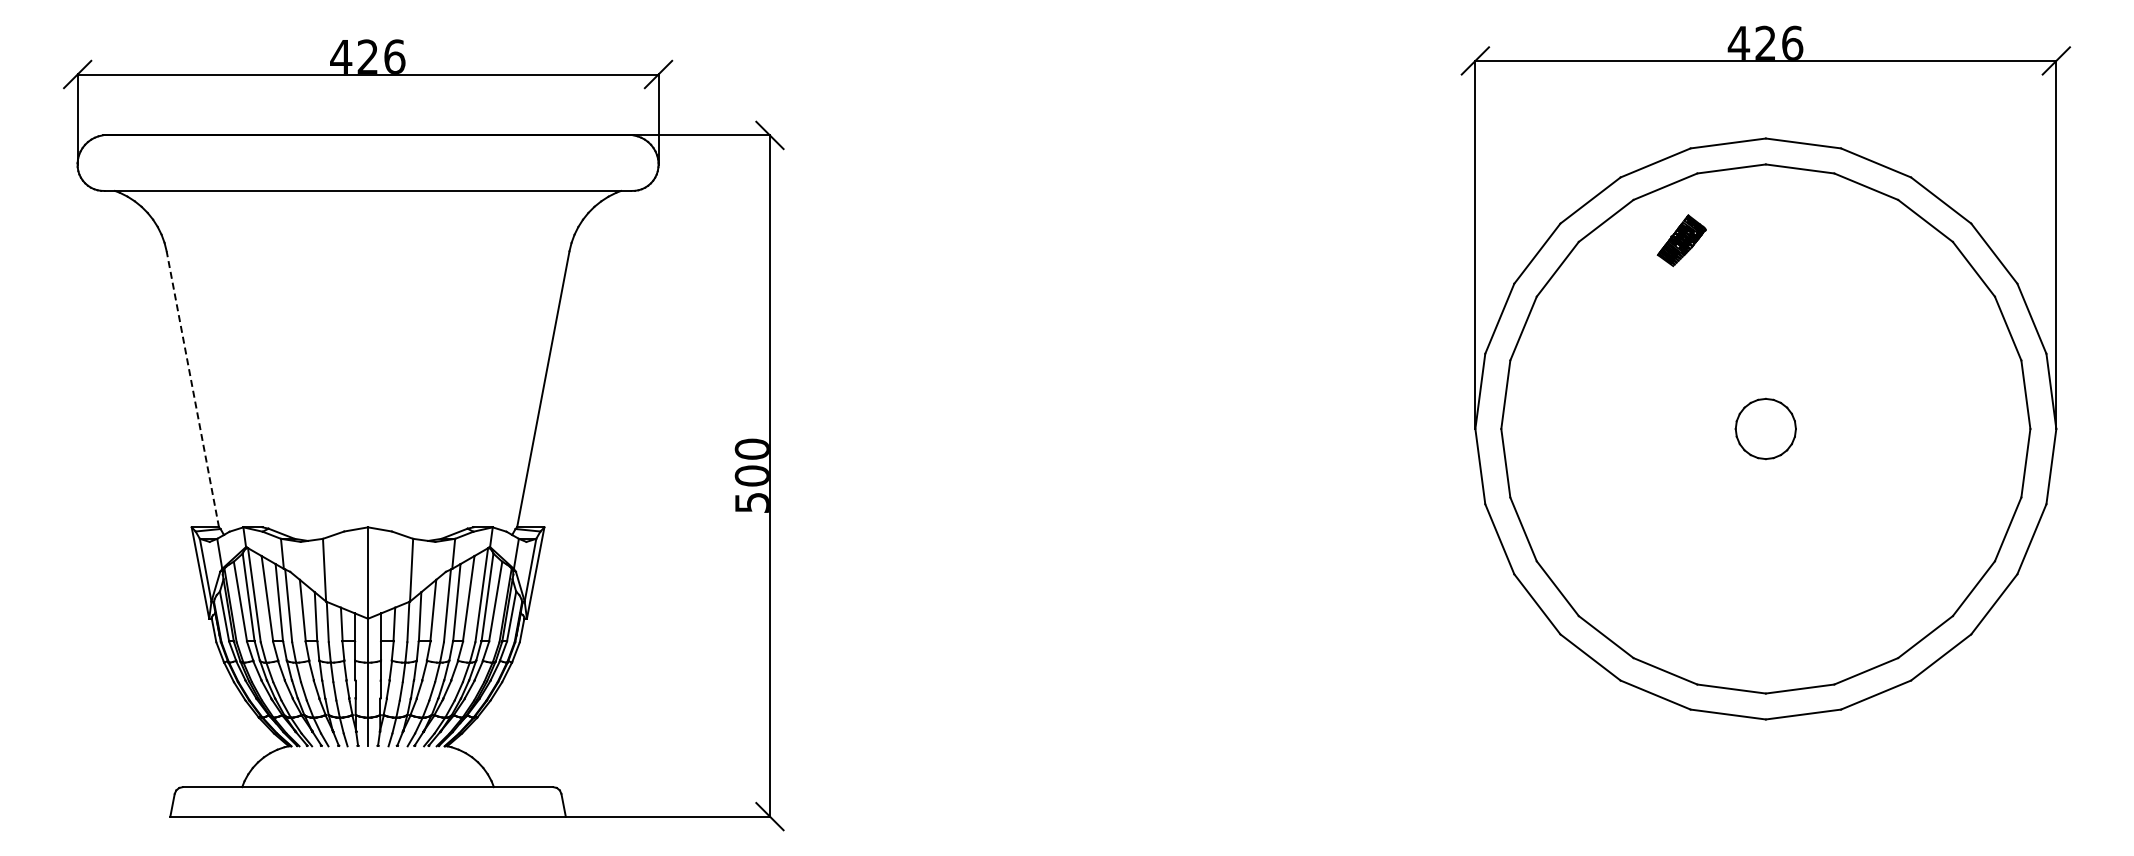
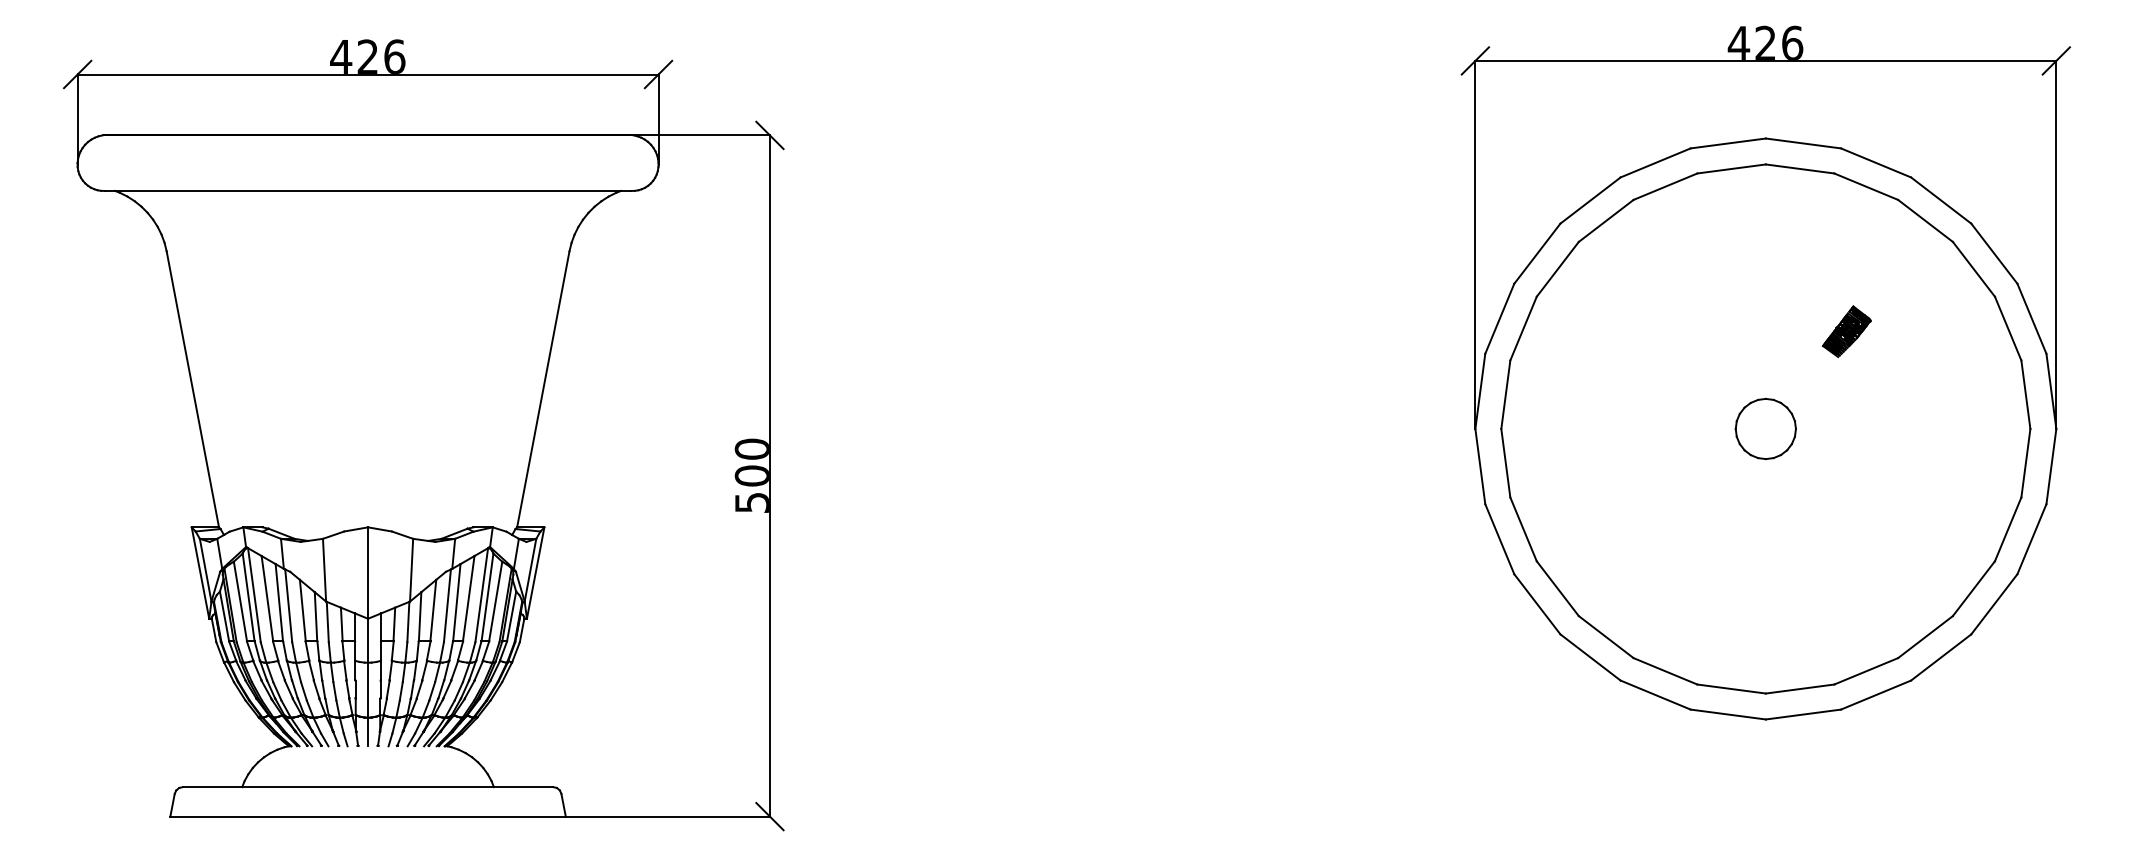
part at (1681, 240) position: (1681, 240) -> (1846, 331)
line at (192, 388): dashed -> solid
